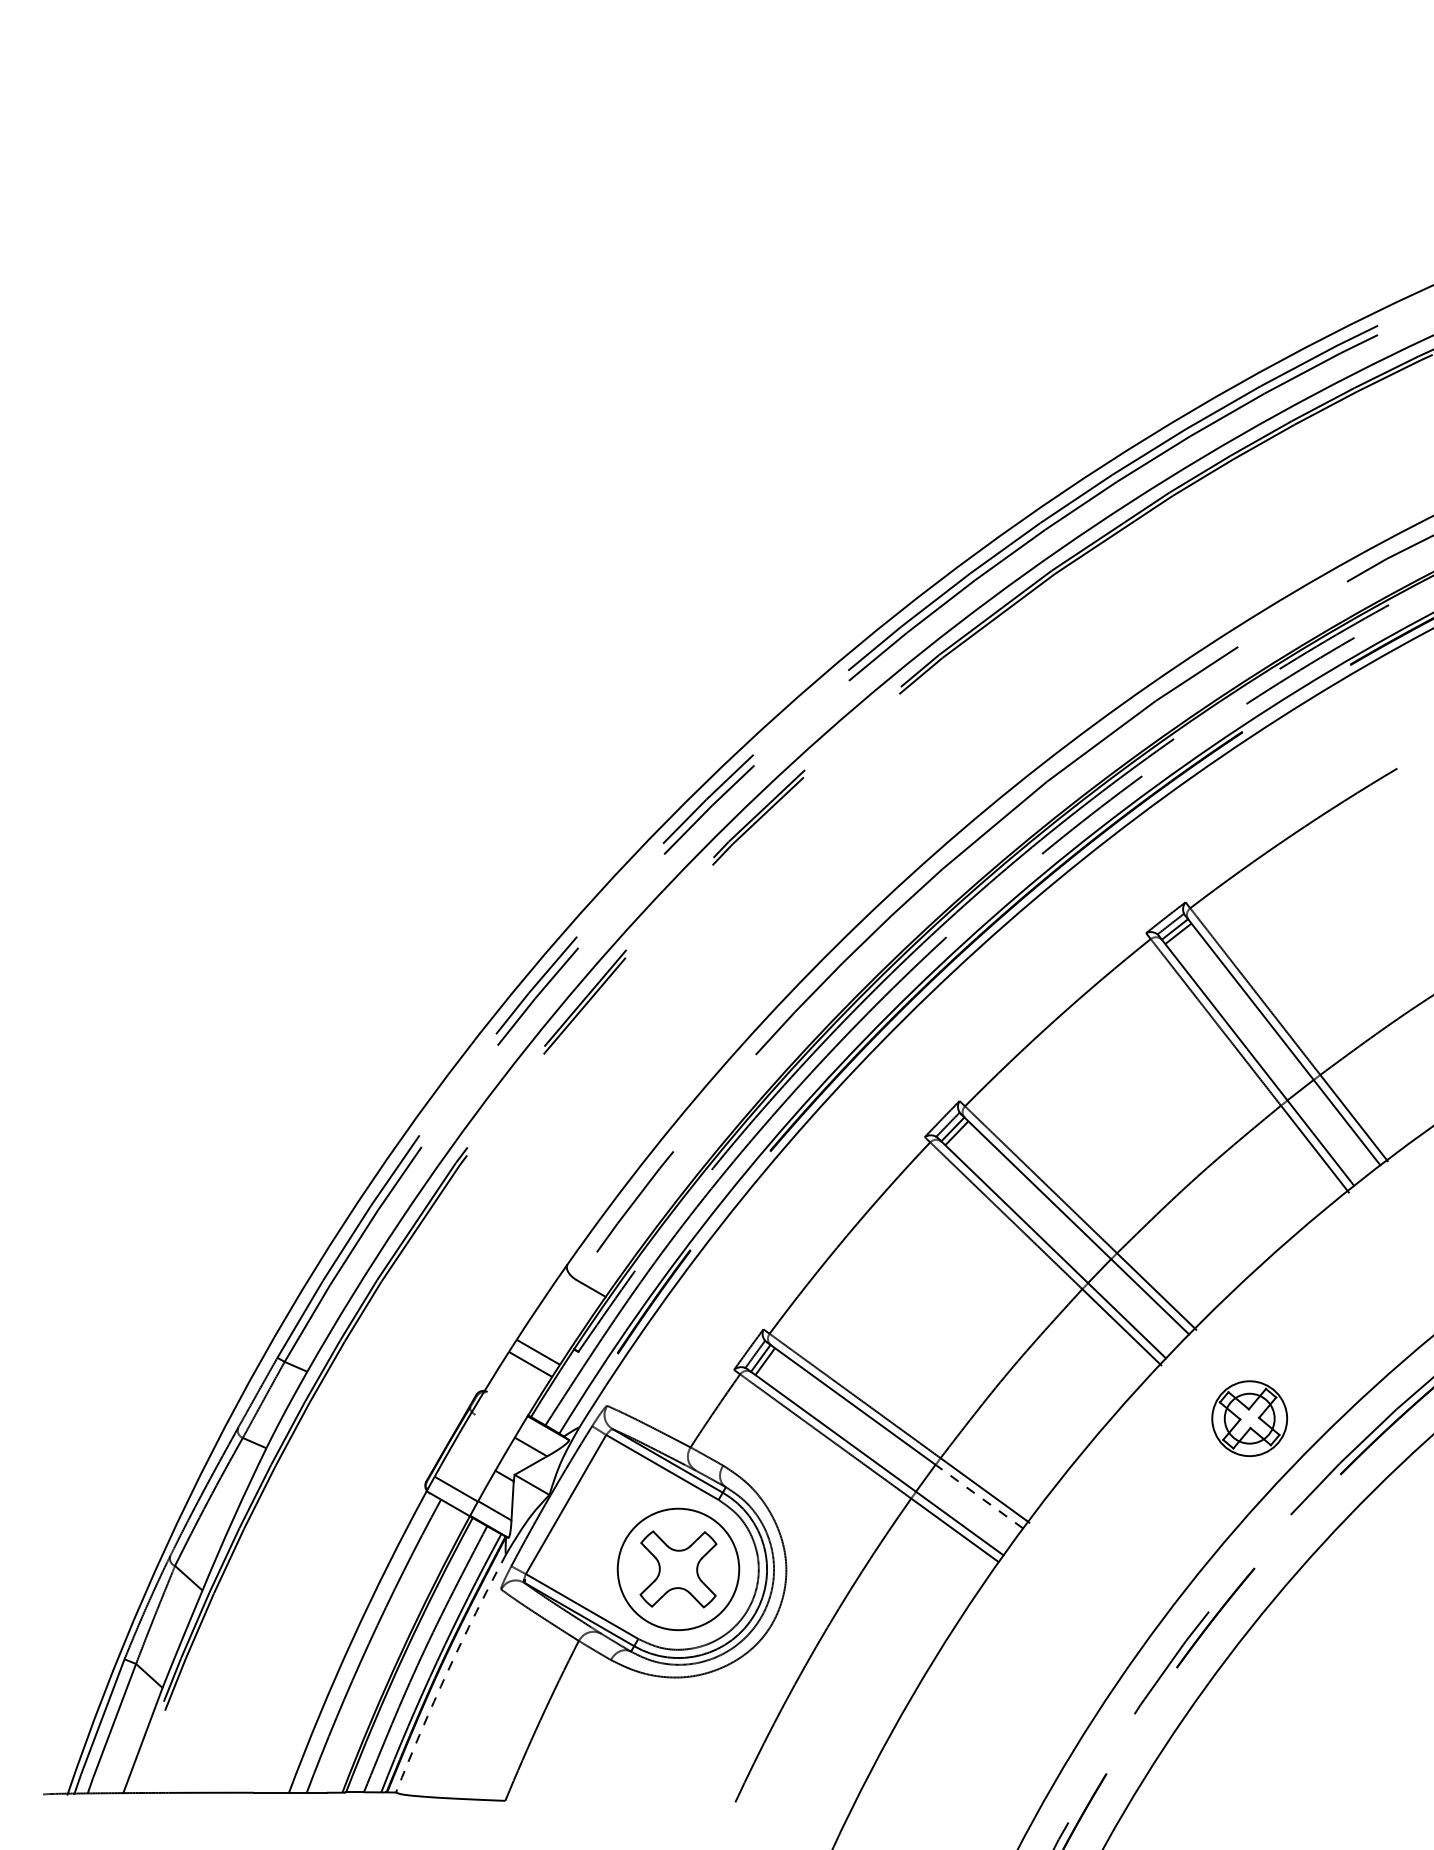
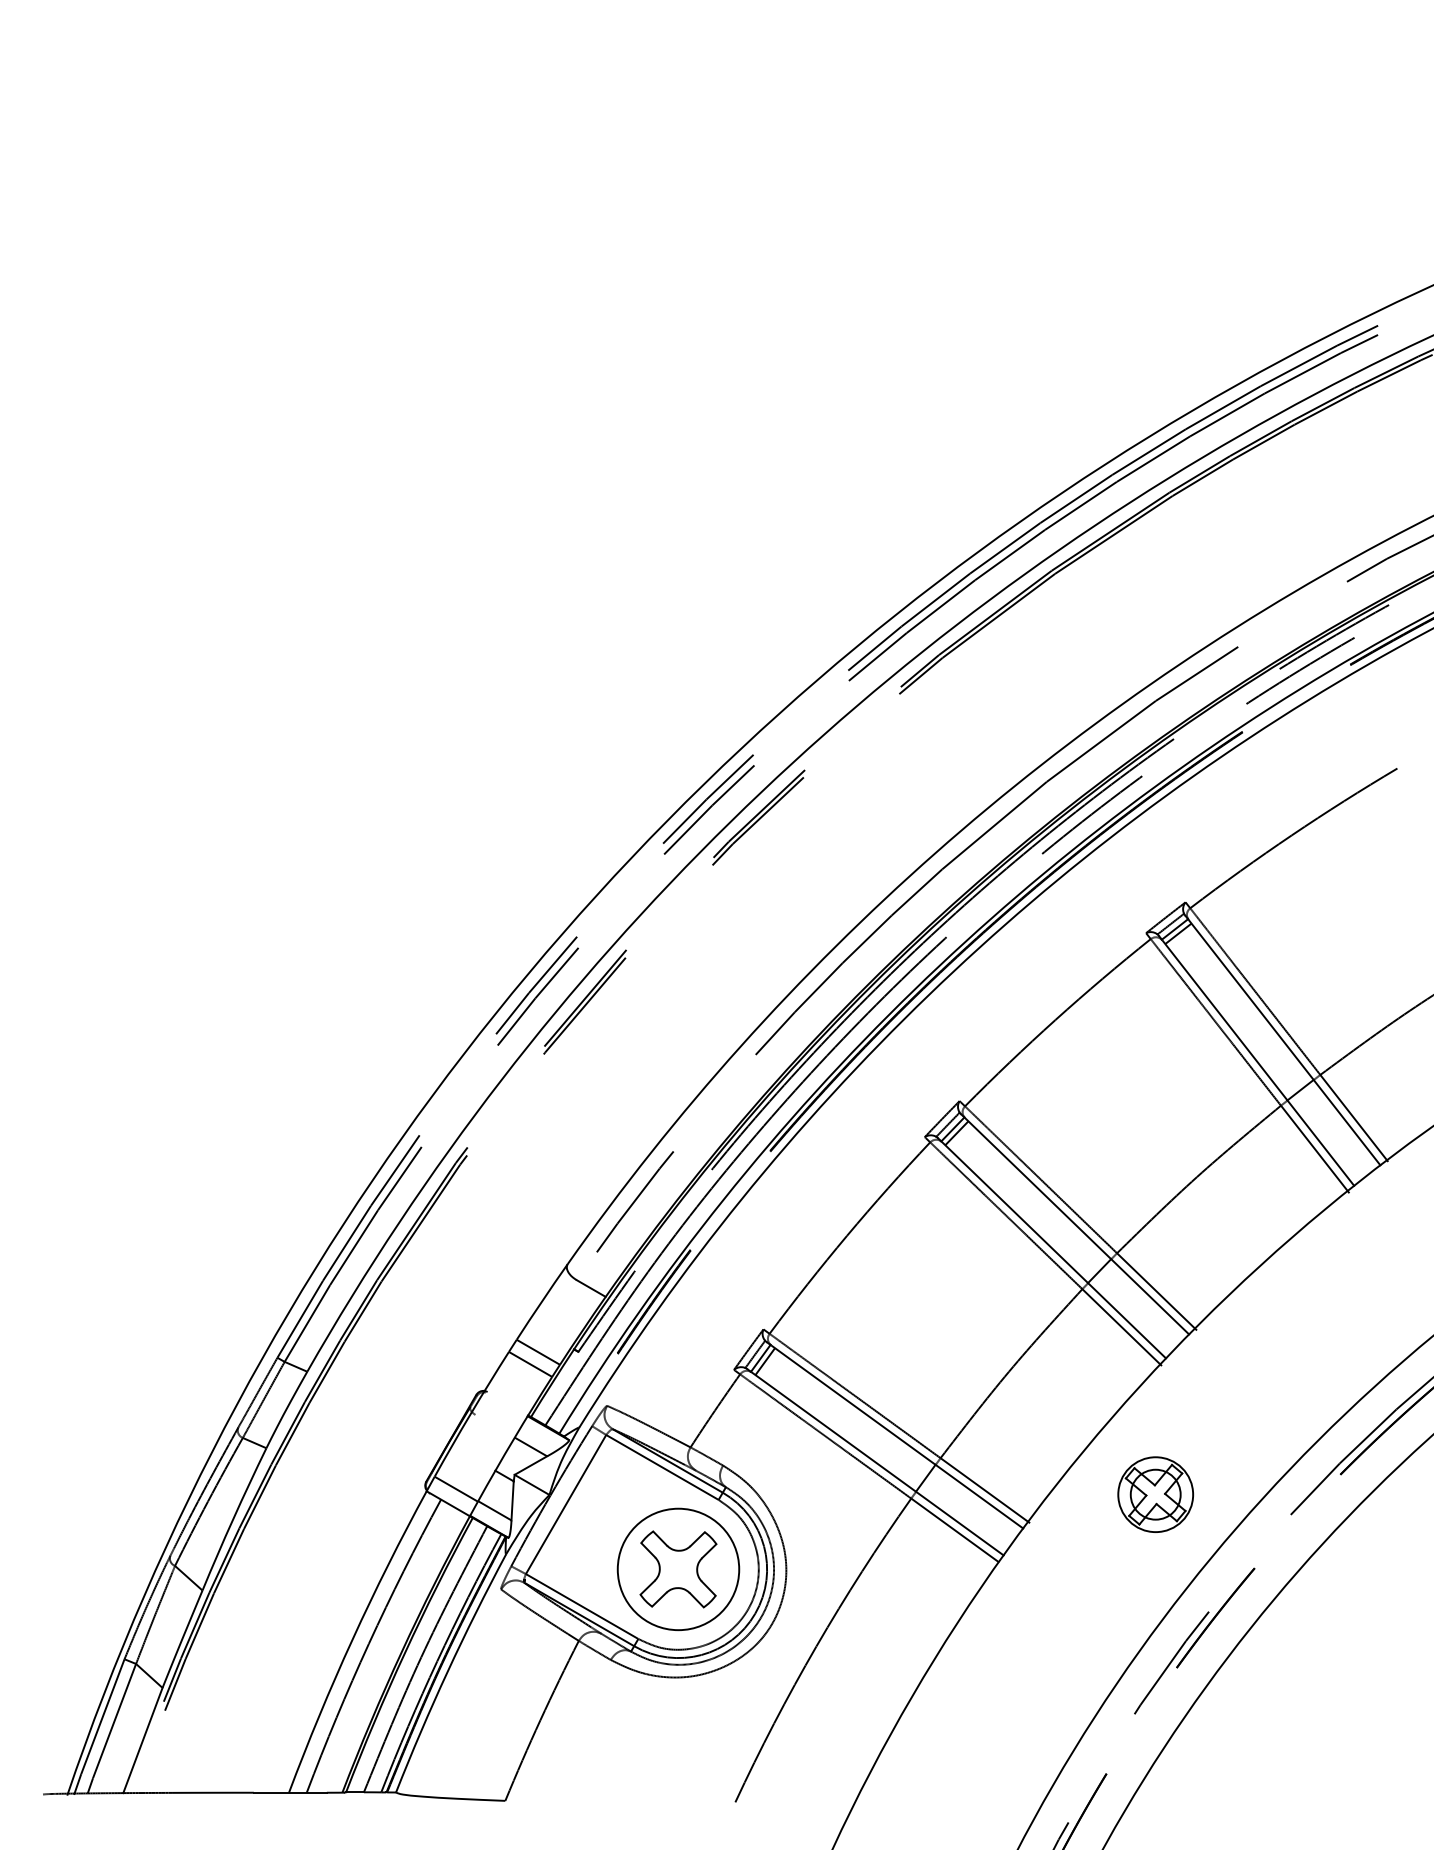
part at (1249, 1418) position: (1249, 1418) -> (1155, 1494)
line at (979, 1496): dashed -> solid
arc at (447, 1671): dashed -> solid
